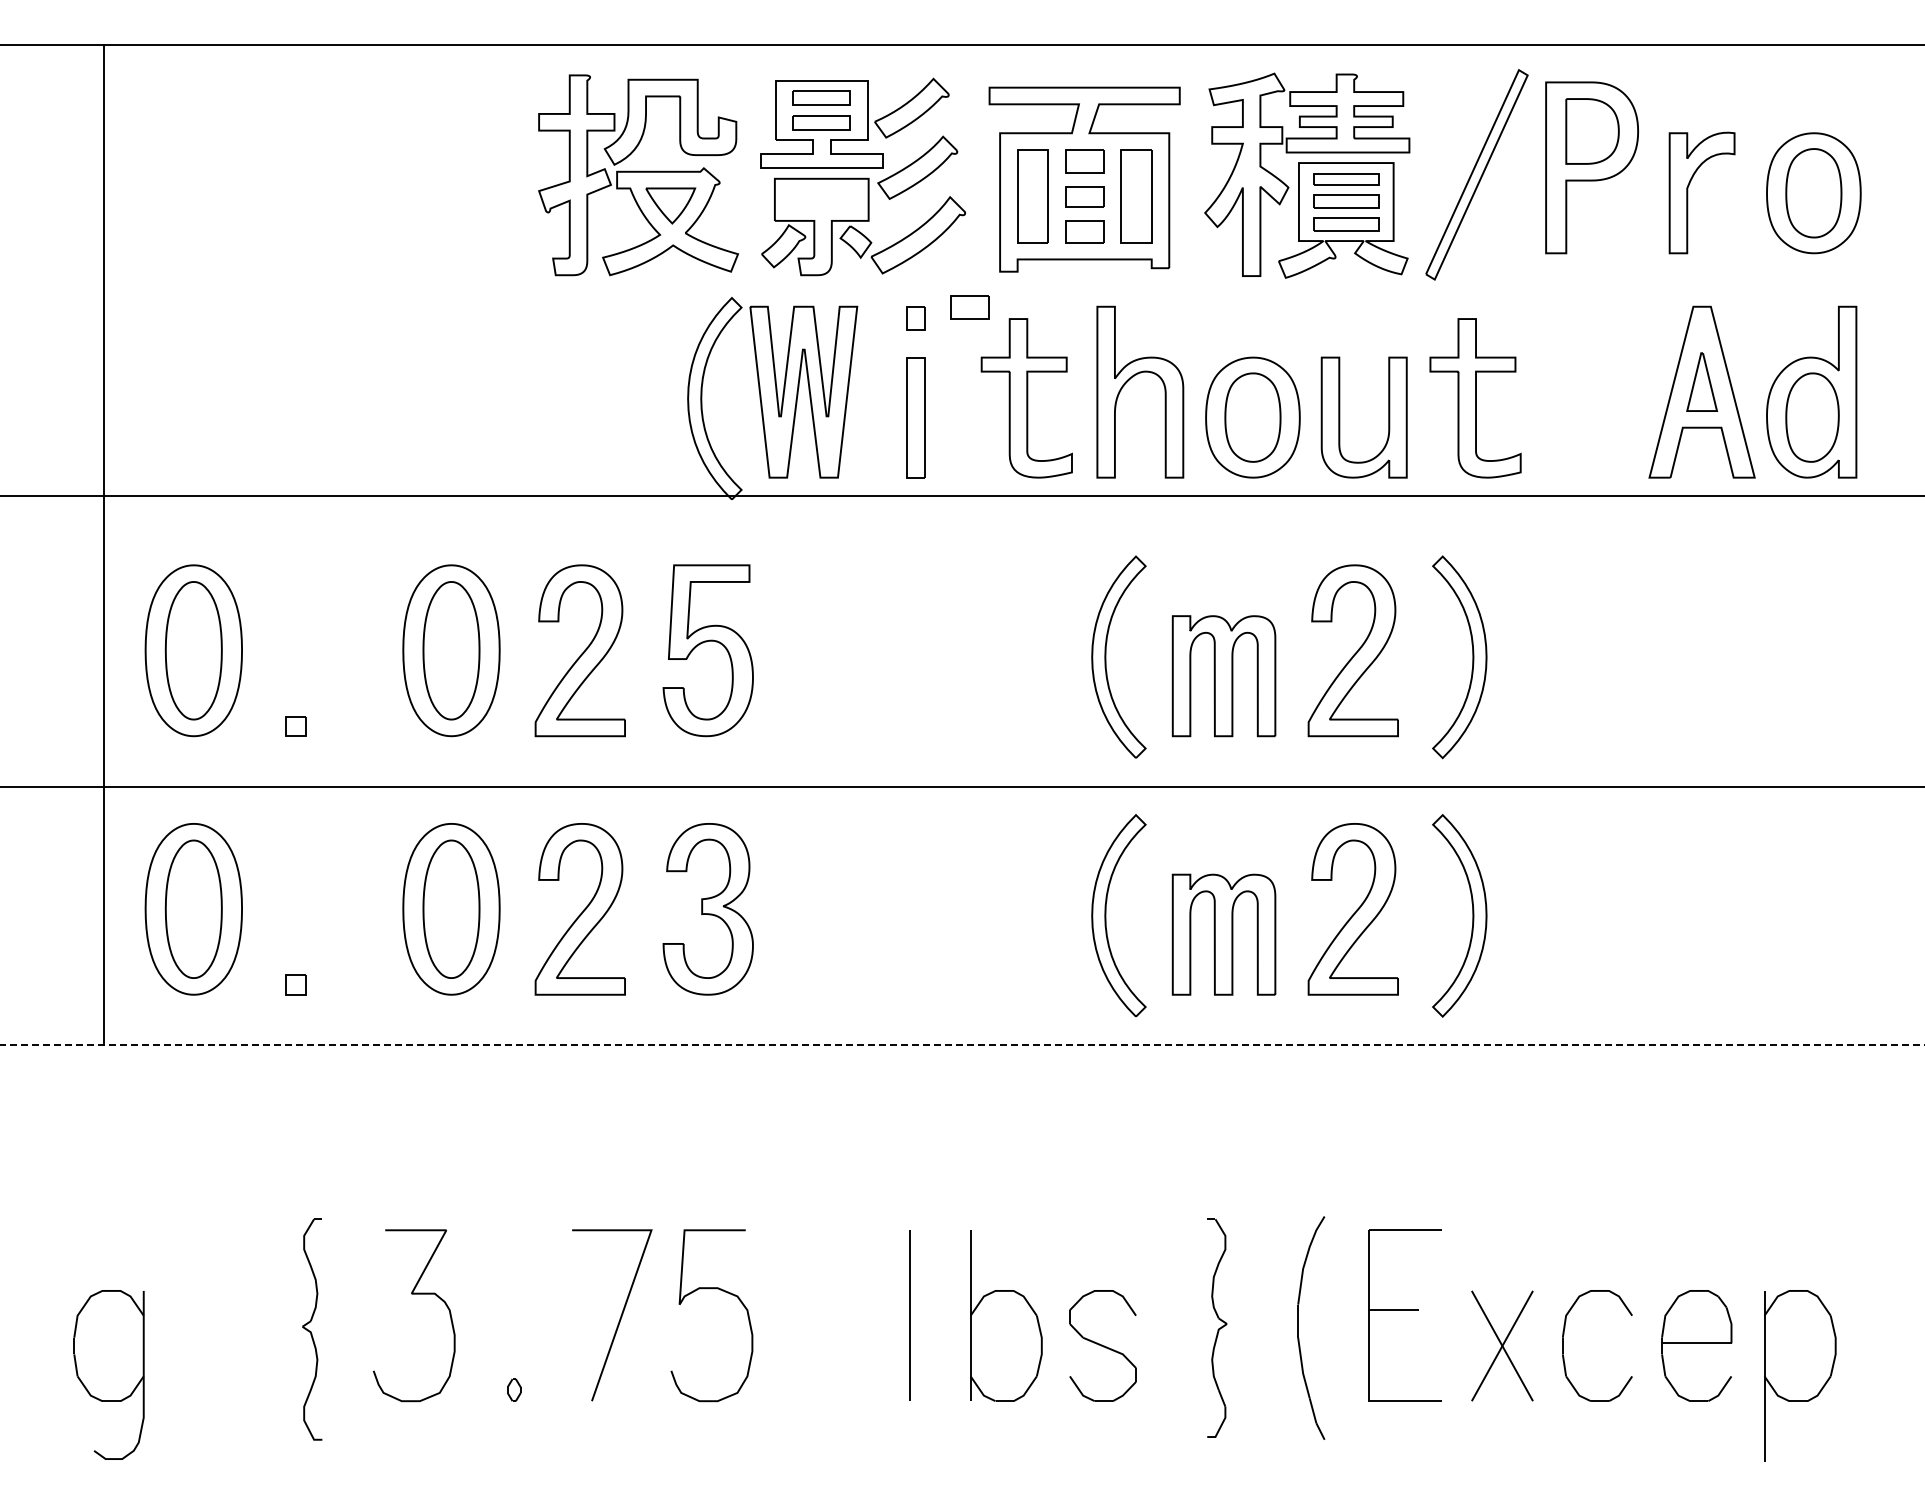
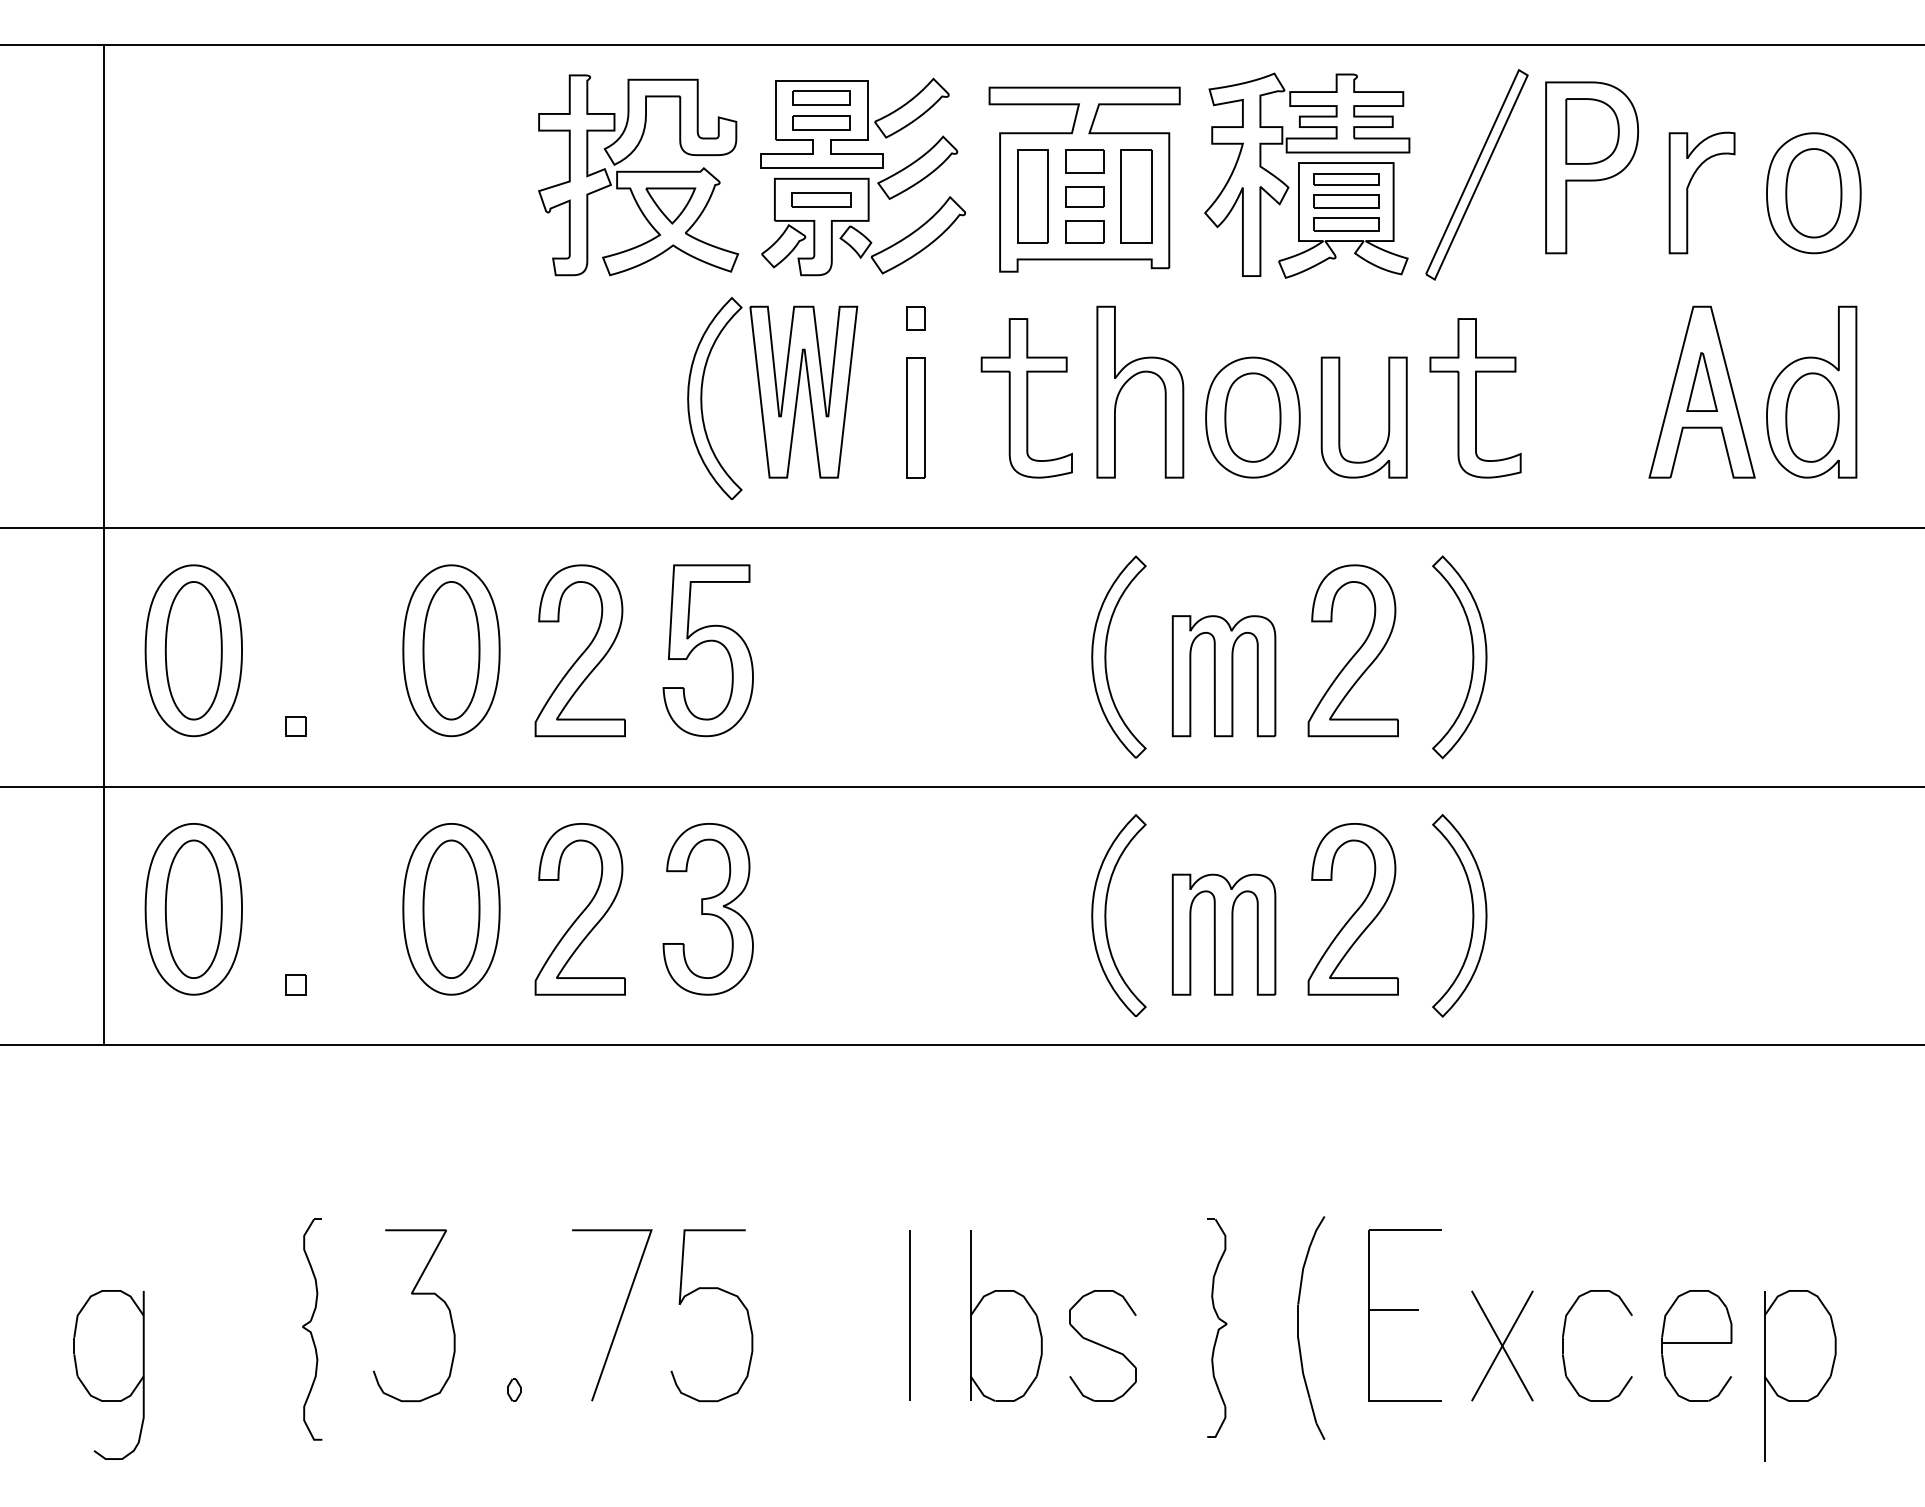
part at (821, 199): none -> present
part at (969, 307): present -> none
line at (961, 496) position: (961, 496) -> (961, 528)
line at (962, 1045): dashed -> solid
